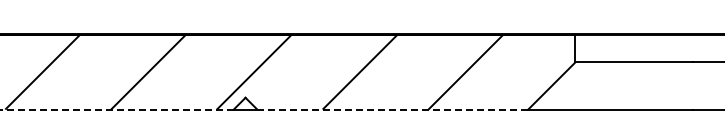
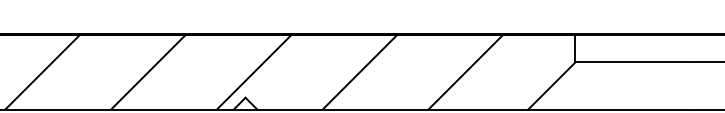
line at (116, 109): dashed -> solid
line at (392, 109): dashed -> solid
